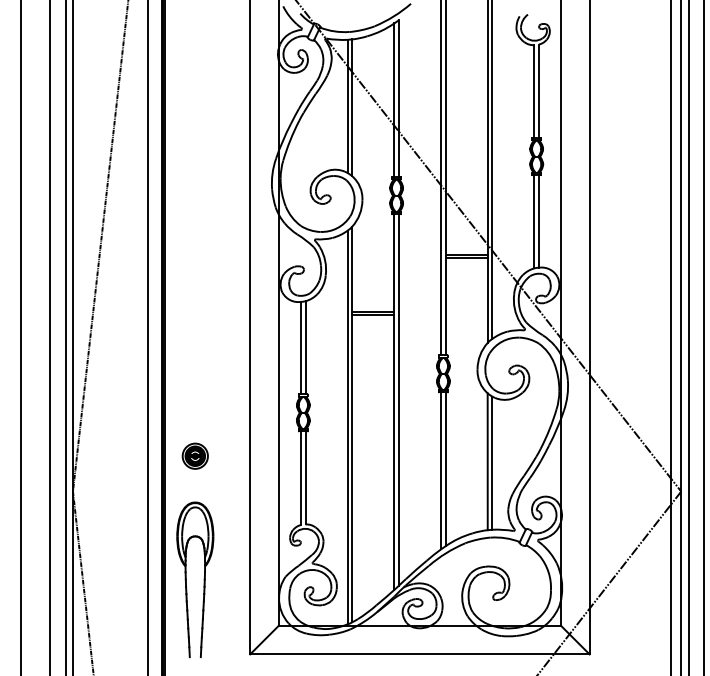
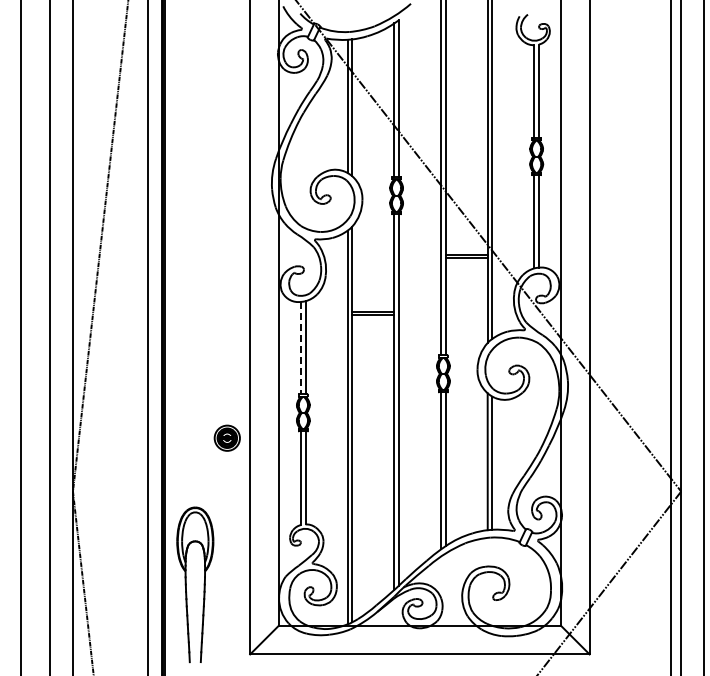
line at (65, 337): present -> none
line at (688, 337): present -> none
line at (301, 348): solid -> dashed
part at (194, 455) position: (194, 455) -> (226, 437)
part at (203, 579) position: (203, 579) -> (203, 584)
